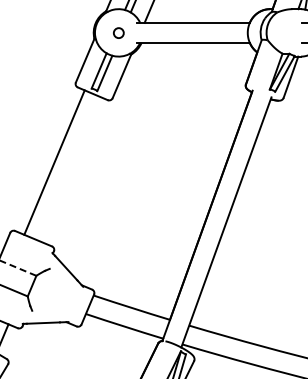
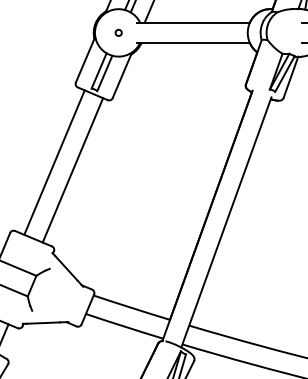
circle at (118, 32) size: 12x12 px -> 9x9 px
line at (72, 170): none -> present
line at (18, 268): dashed -> solid
